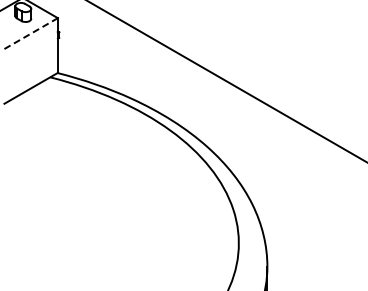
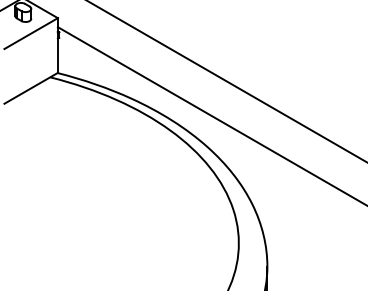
line at (31, 33): dashed -> solid
line at (210, 115): none -> present
